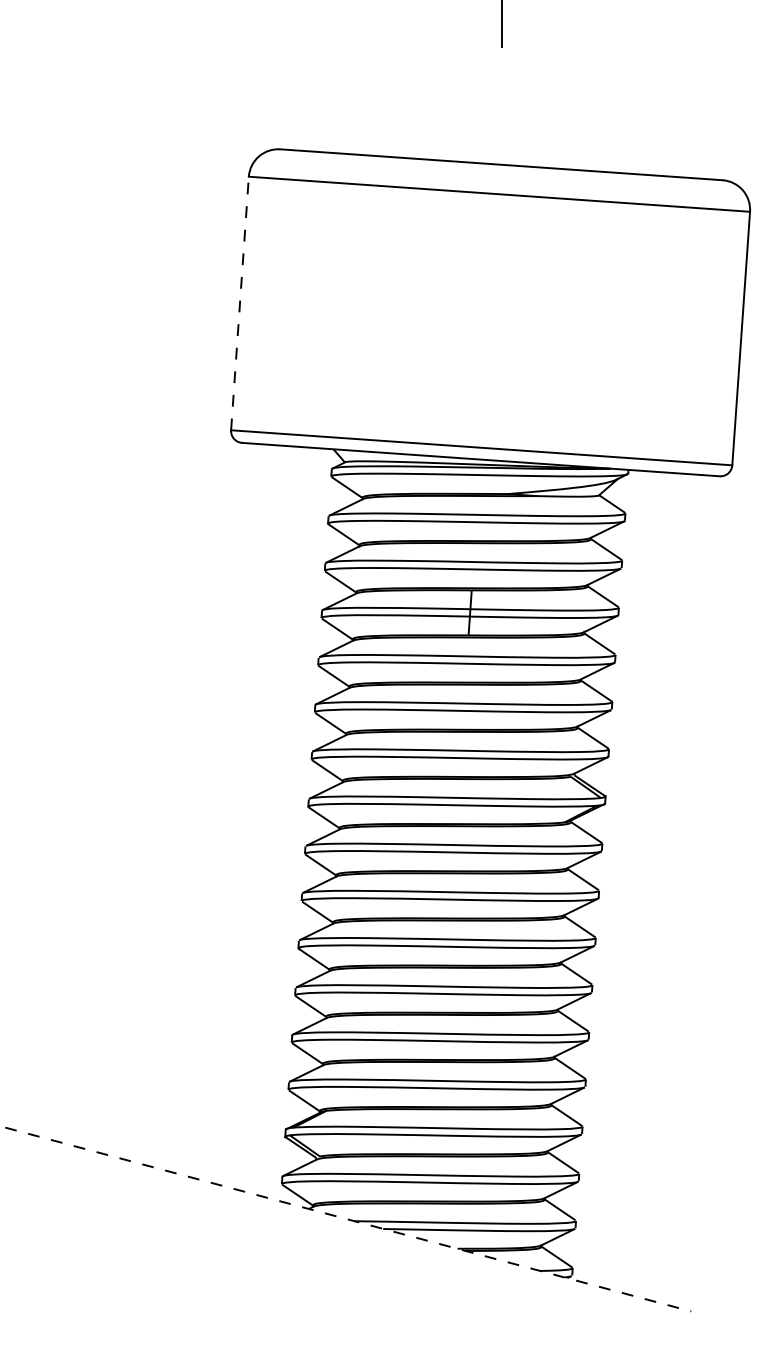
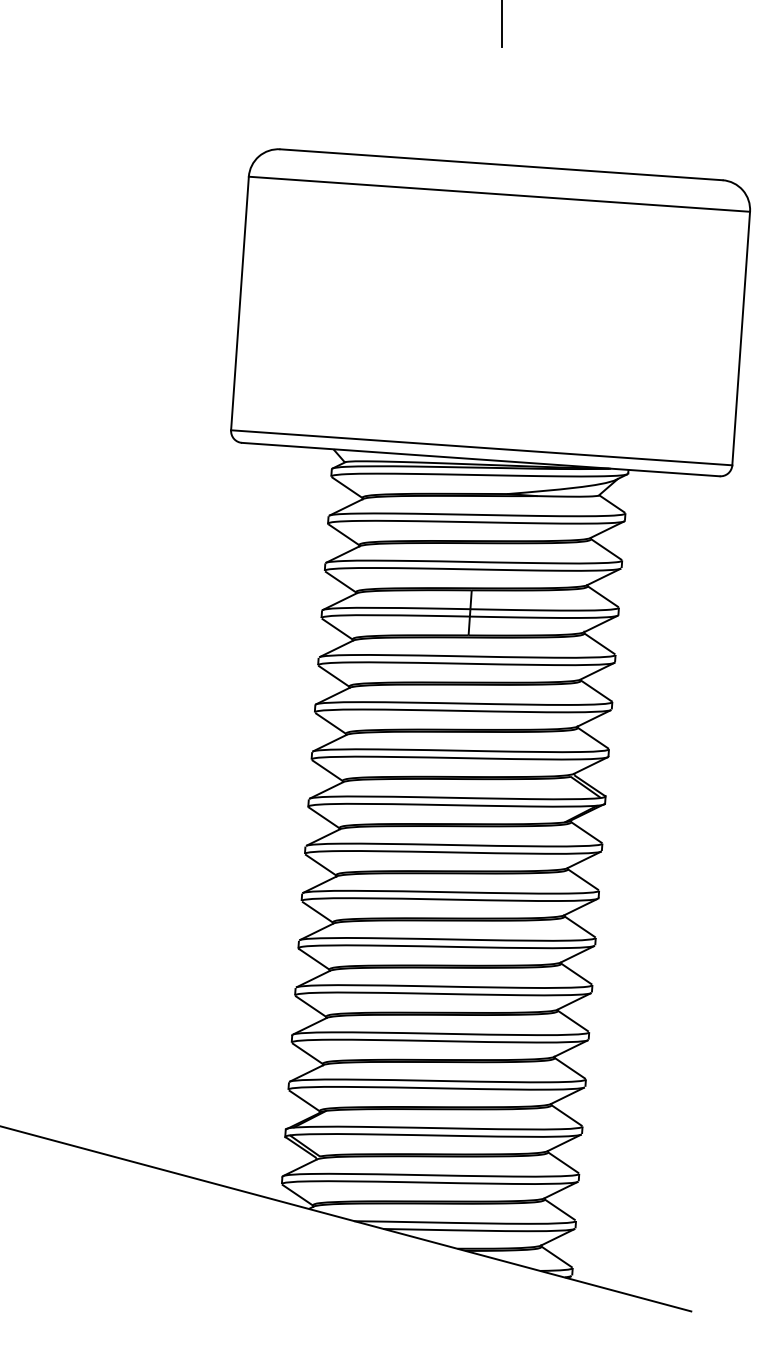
line at (240, 303): dashed -> solid
line at (346, 1219): dashed -> solid
